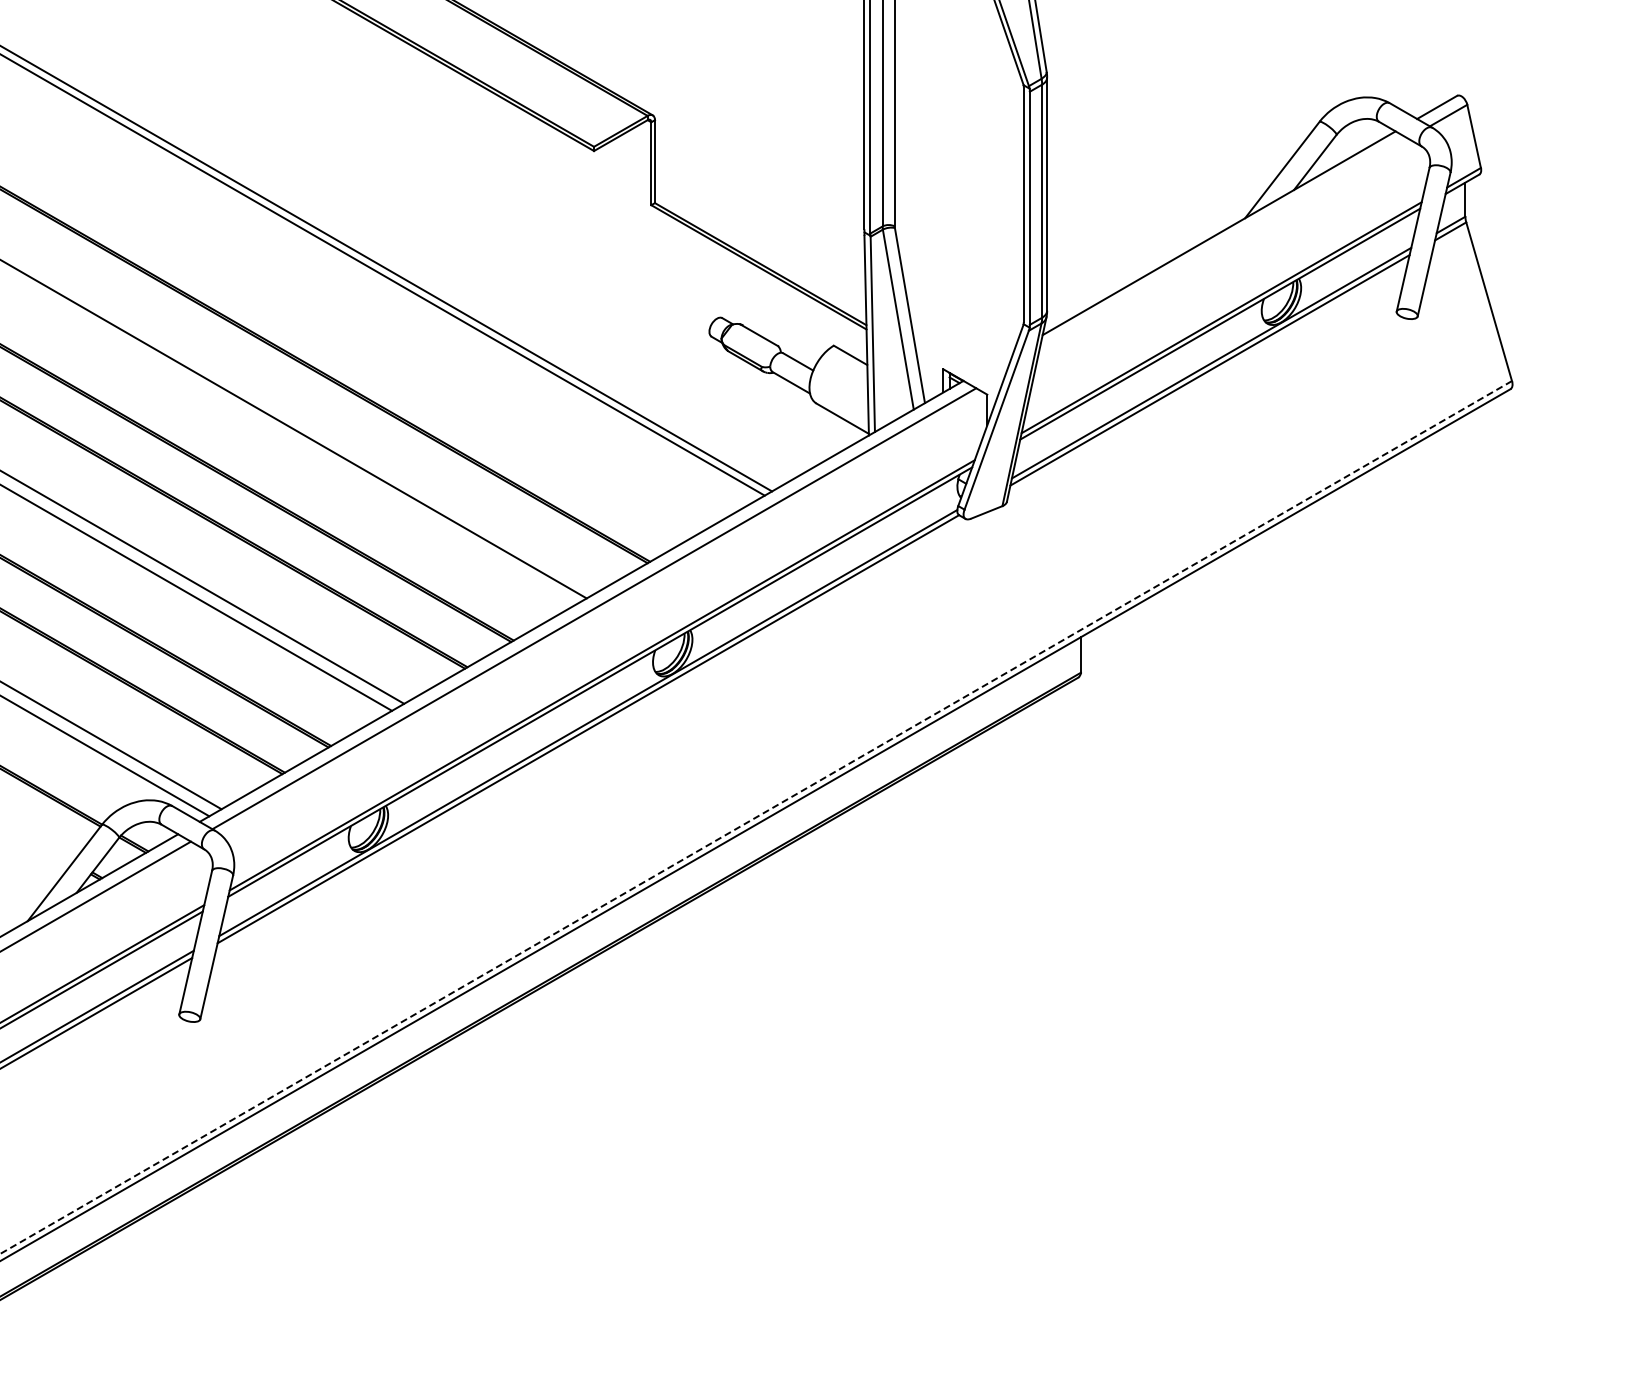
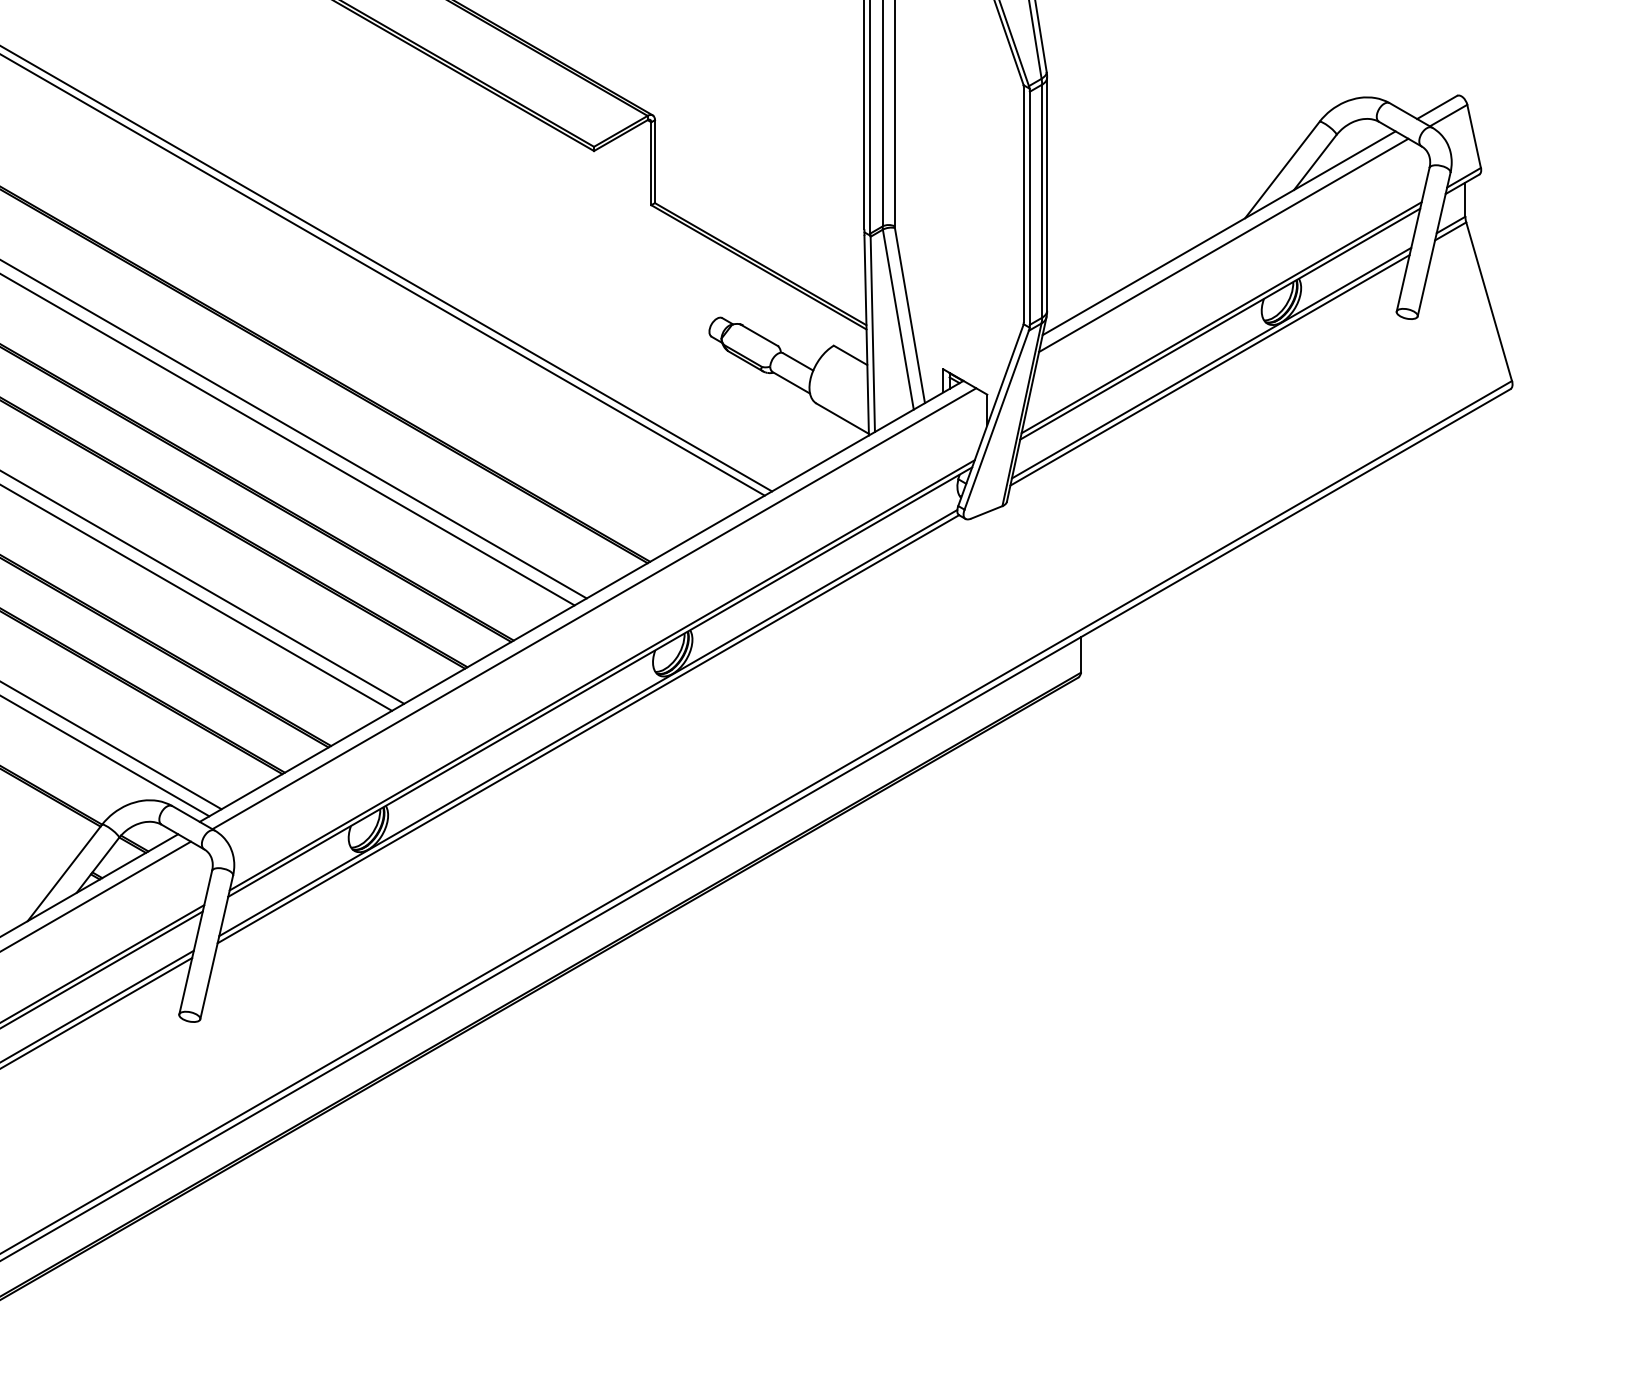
line at (1223, 245): none -> present
line at (288, 440): none -> present
line at (756, 817): dashed -> solid
